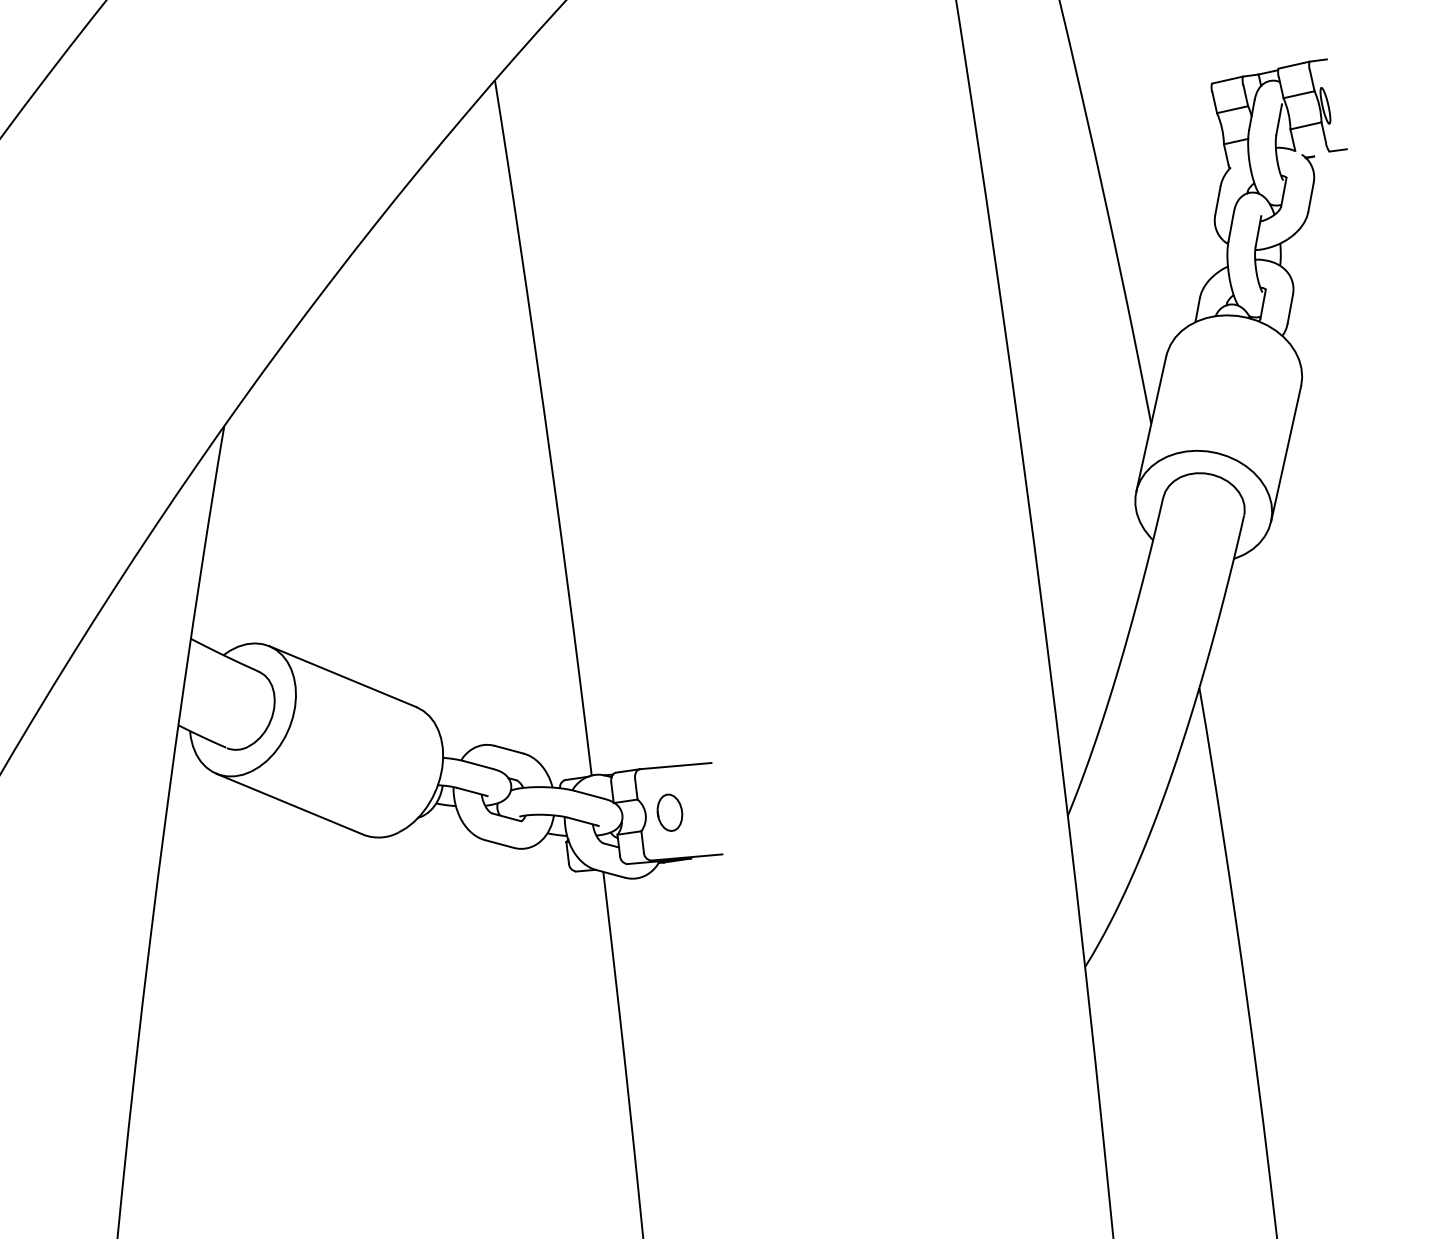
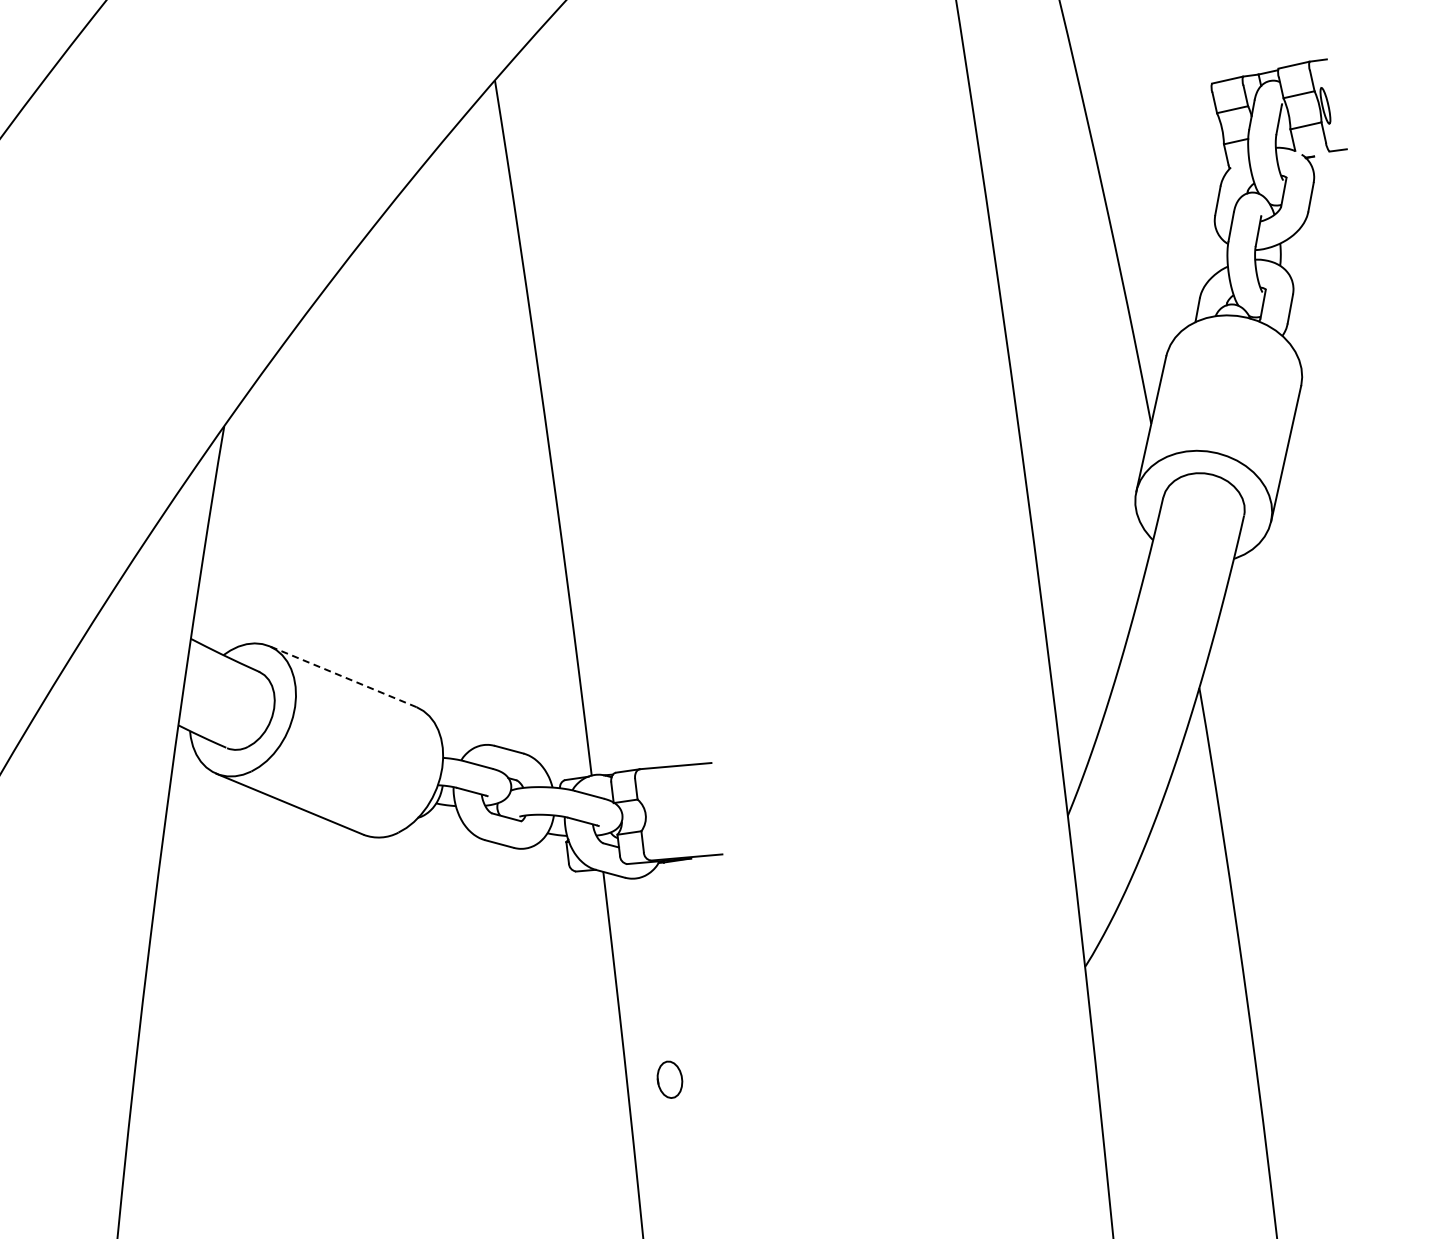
line at (342, 676): solid -> dashed
part at (669, 812) position: (669, 812) -> (669, 1079)
